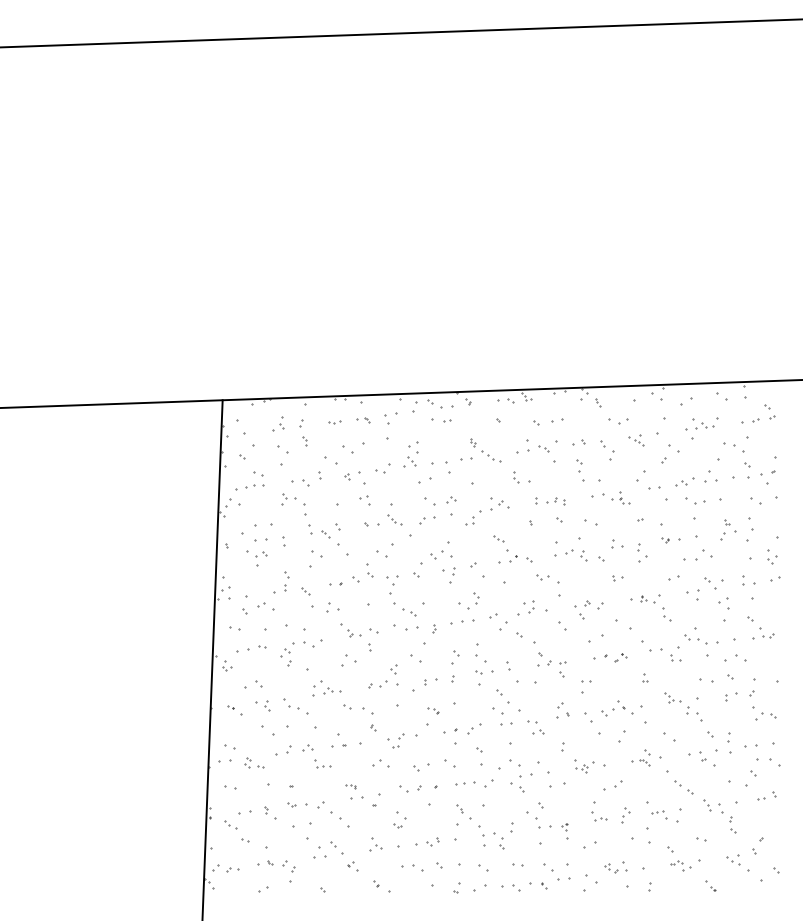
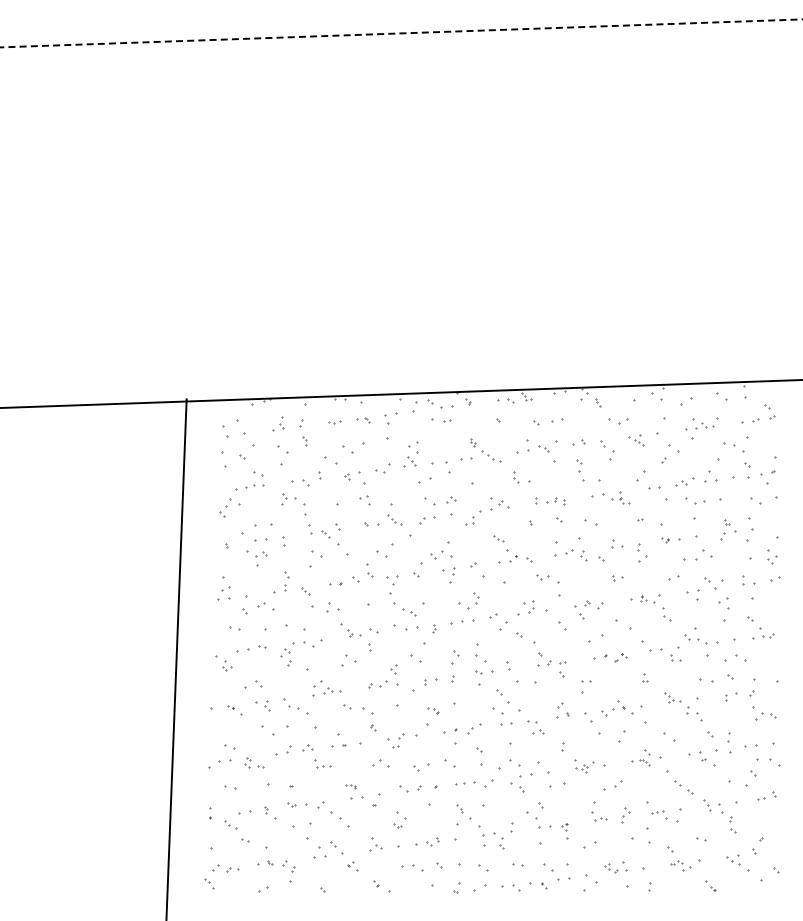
line at (400, 33): solid -> dashed
line at (212, 658) position: (212, 658) -> (176, 658)
